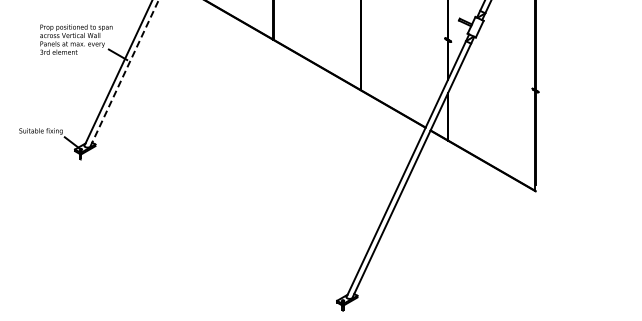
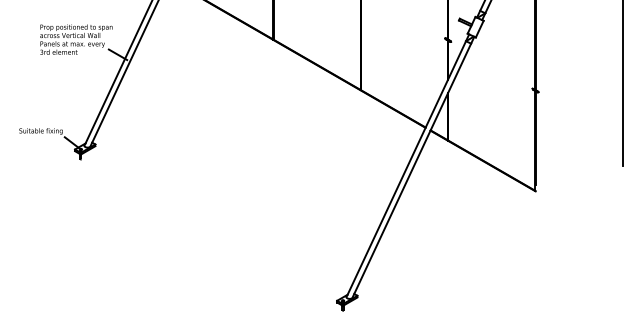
line at (124, 73): dashed -> solid
line at (622, 84): none -> present
